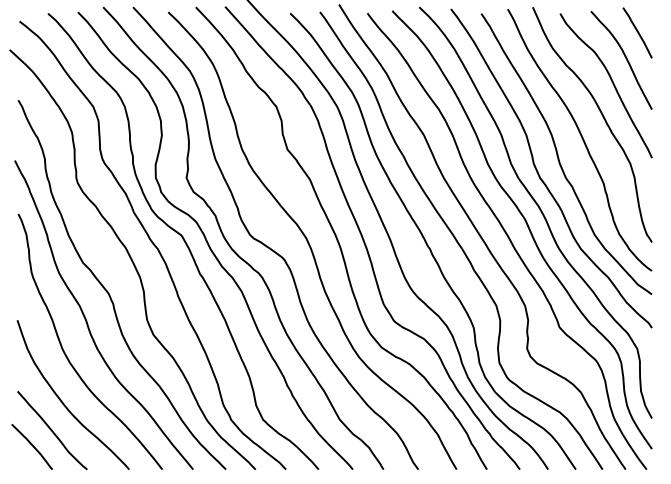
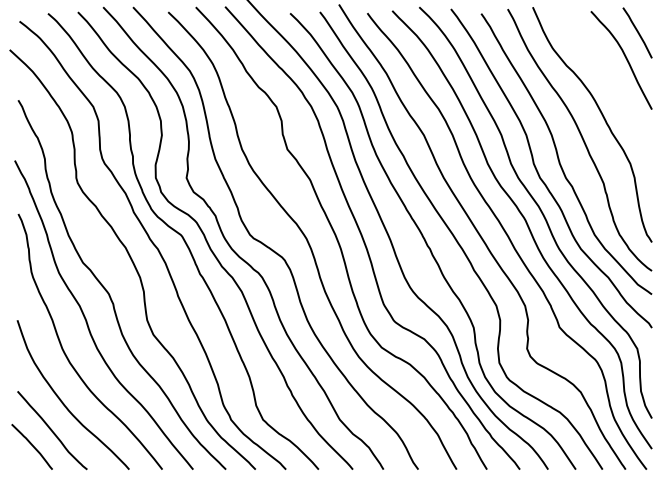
curve at (611, 82): present -> none
